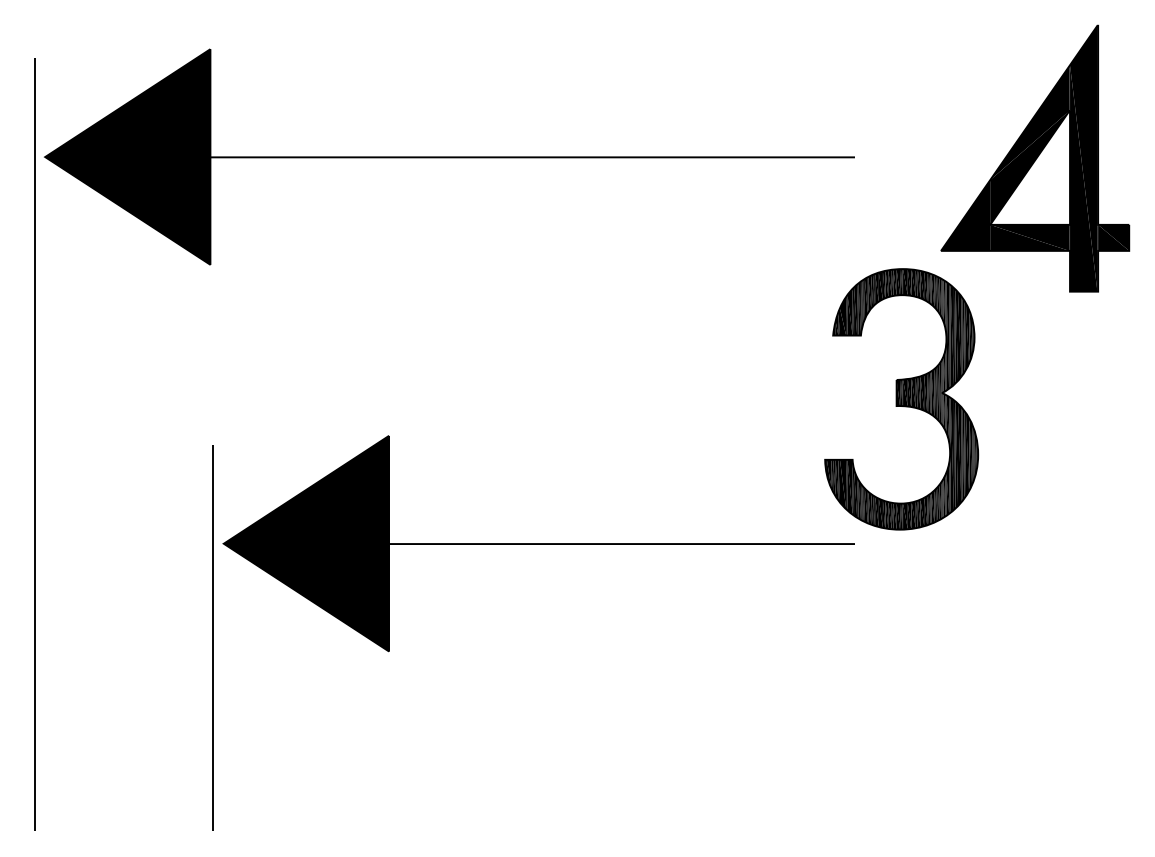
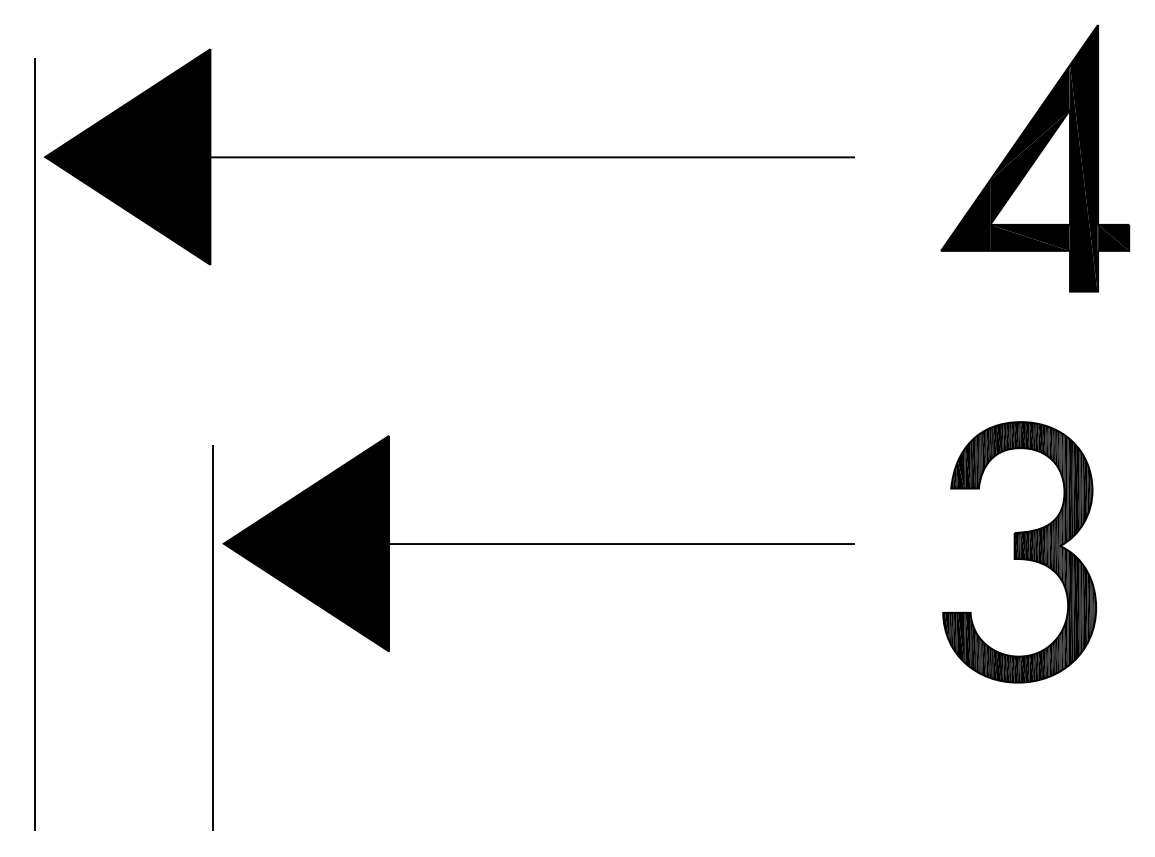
part at (901, 399) position: (901, 399) -> (1019, 552)
